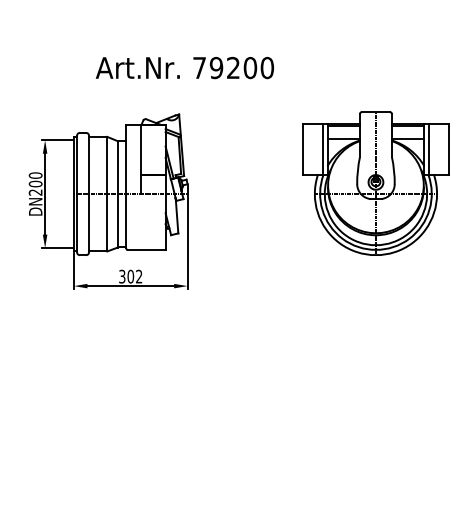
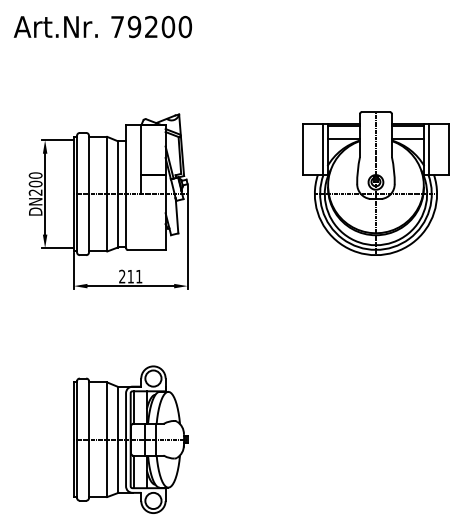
text at (184, 67) position: (184, 67) -> (102, 26)
text at (130, 276): 302 -> 211
part at (130, 439): none -> present
